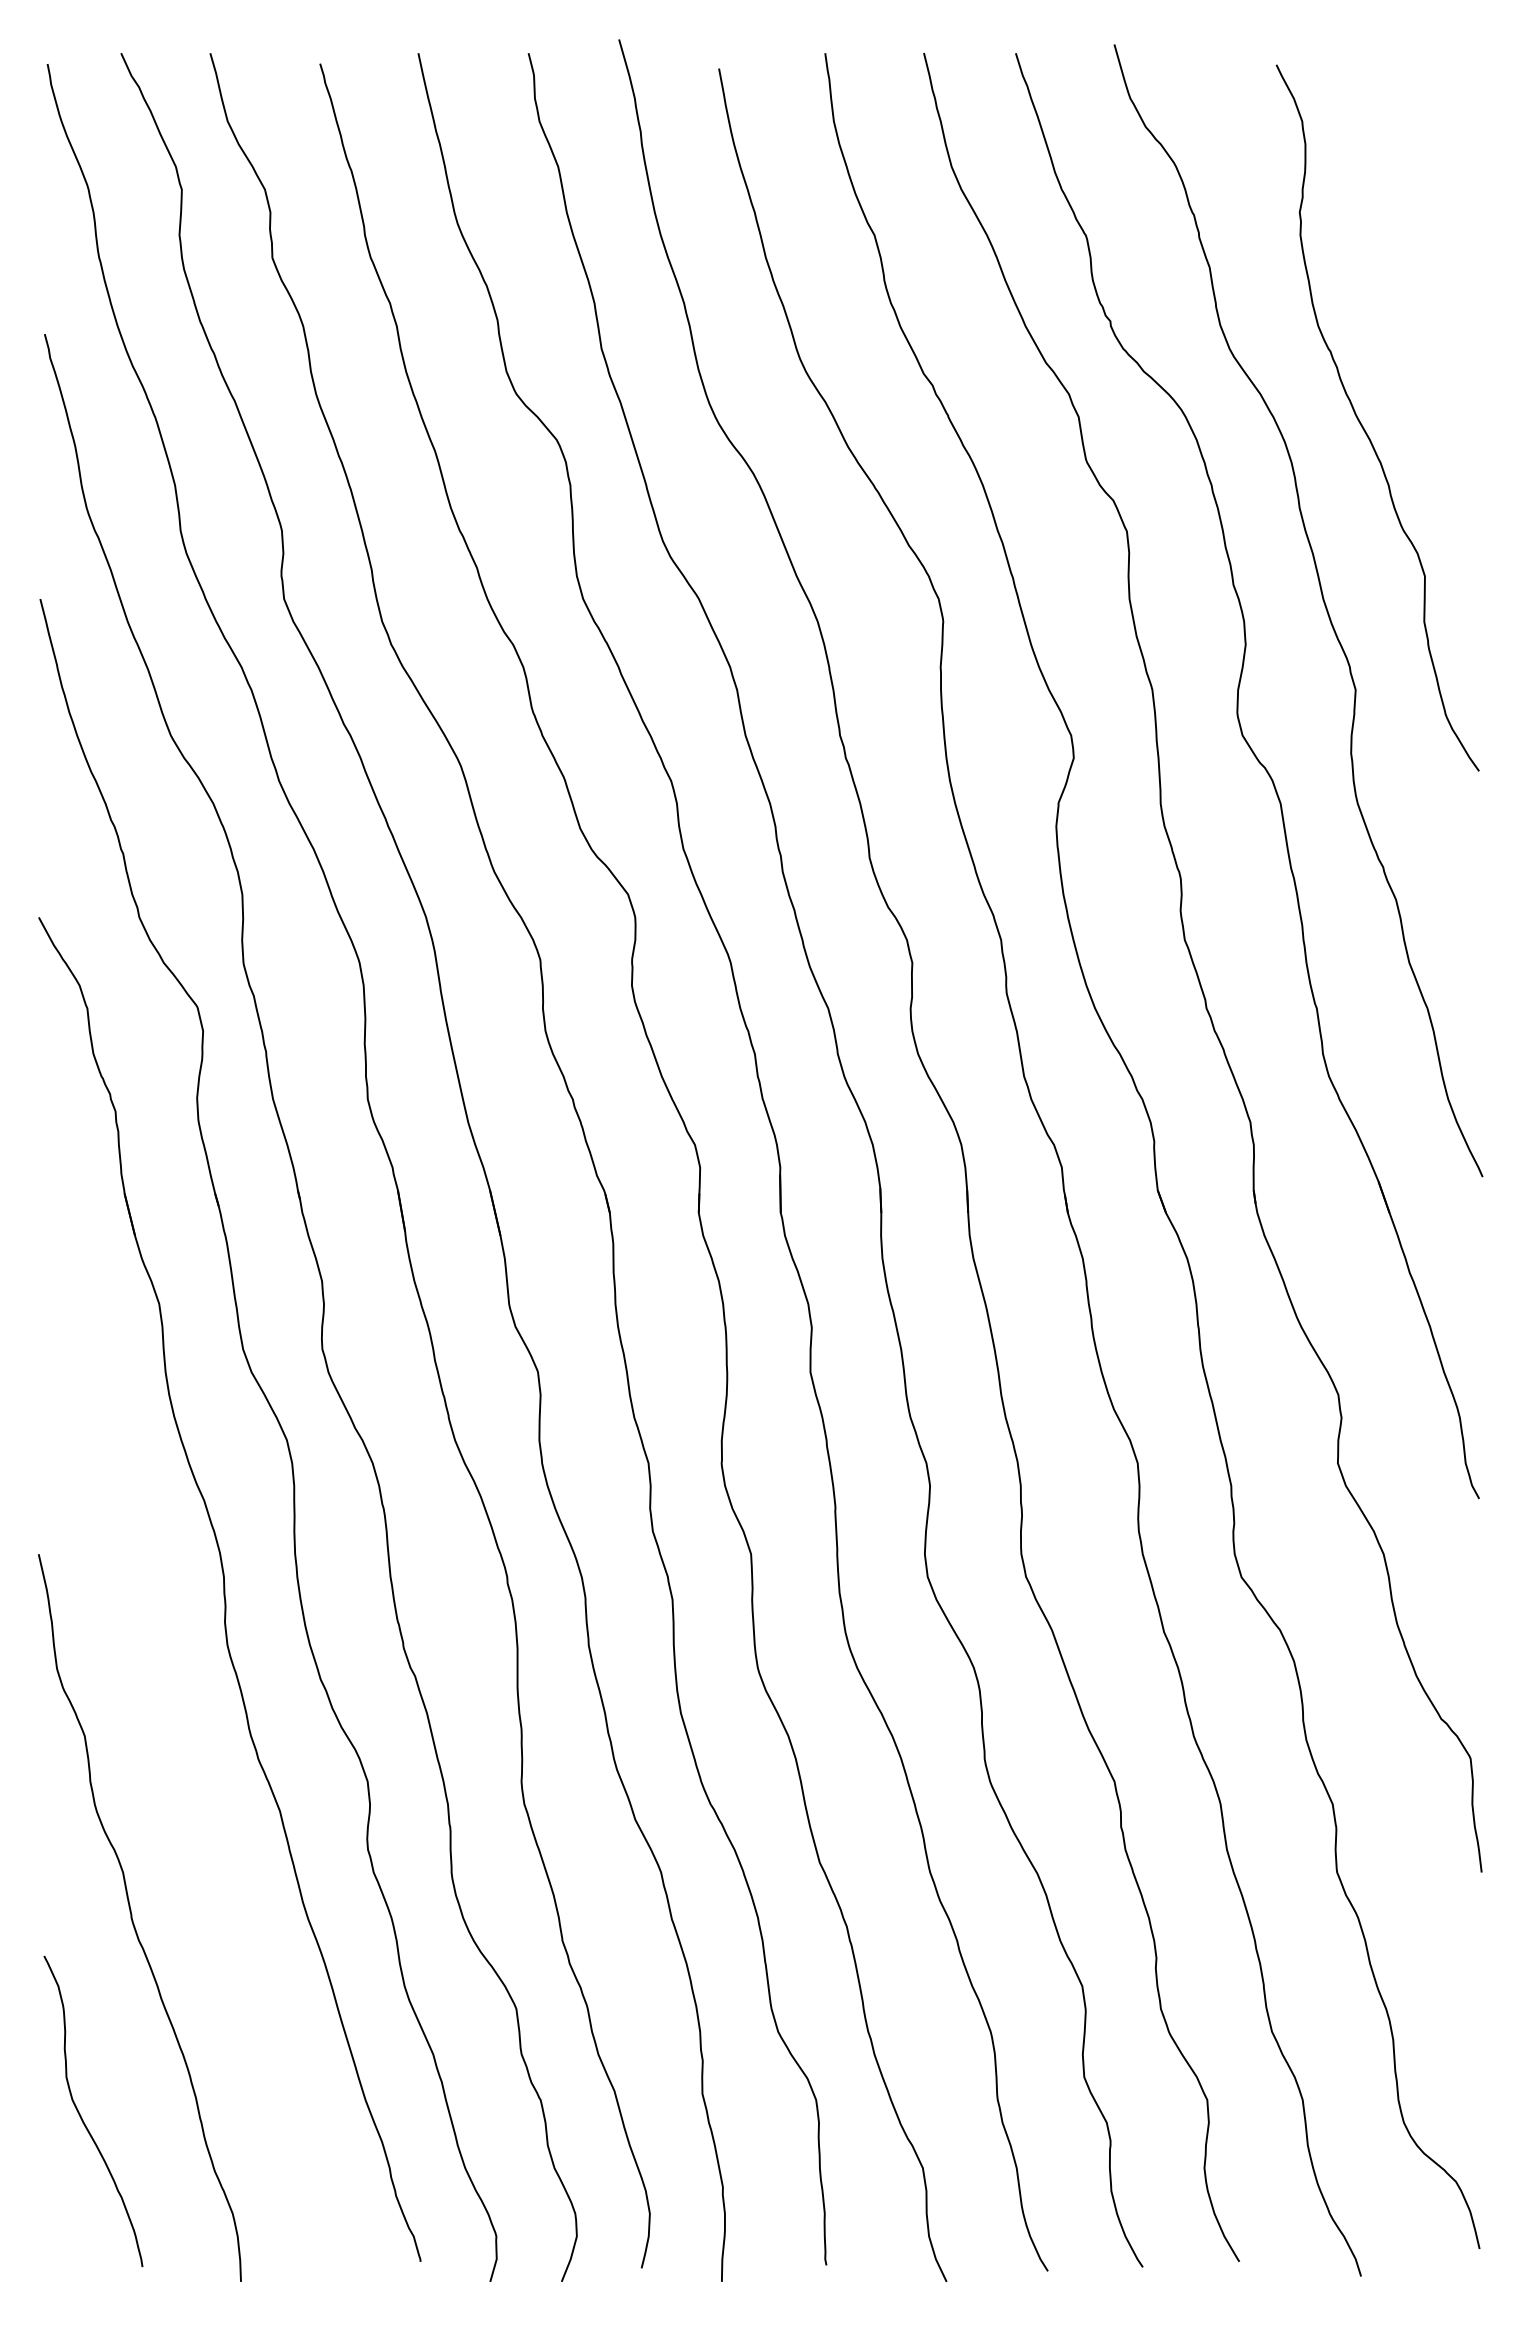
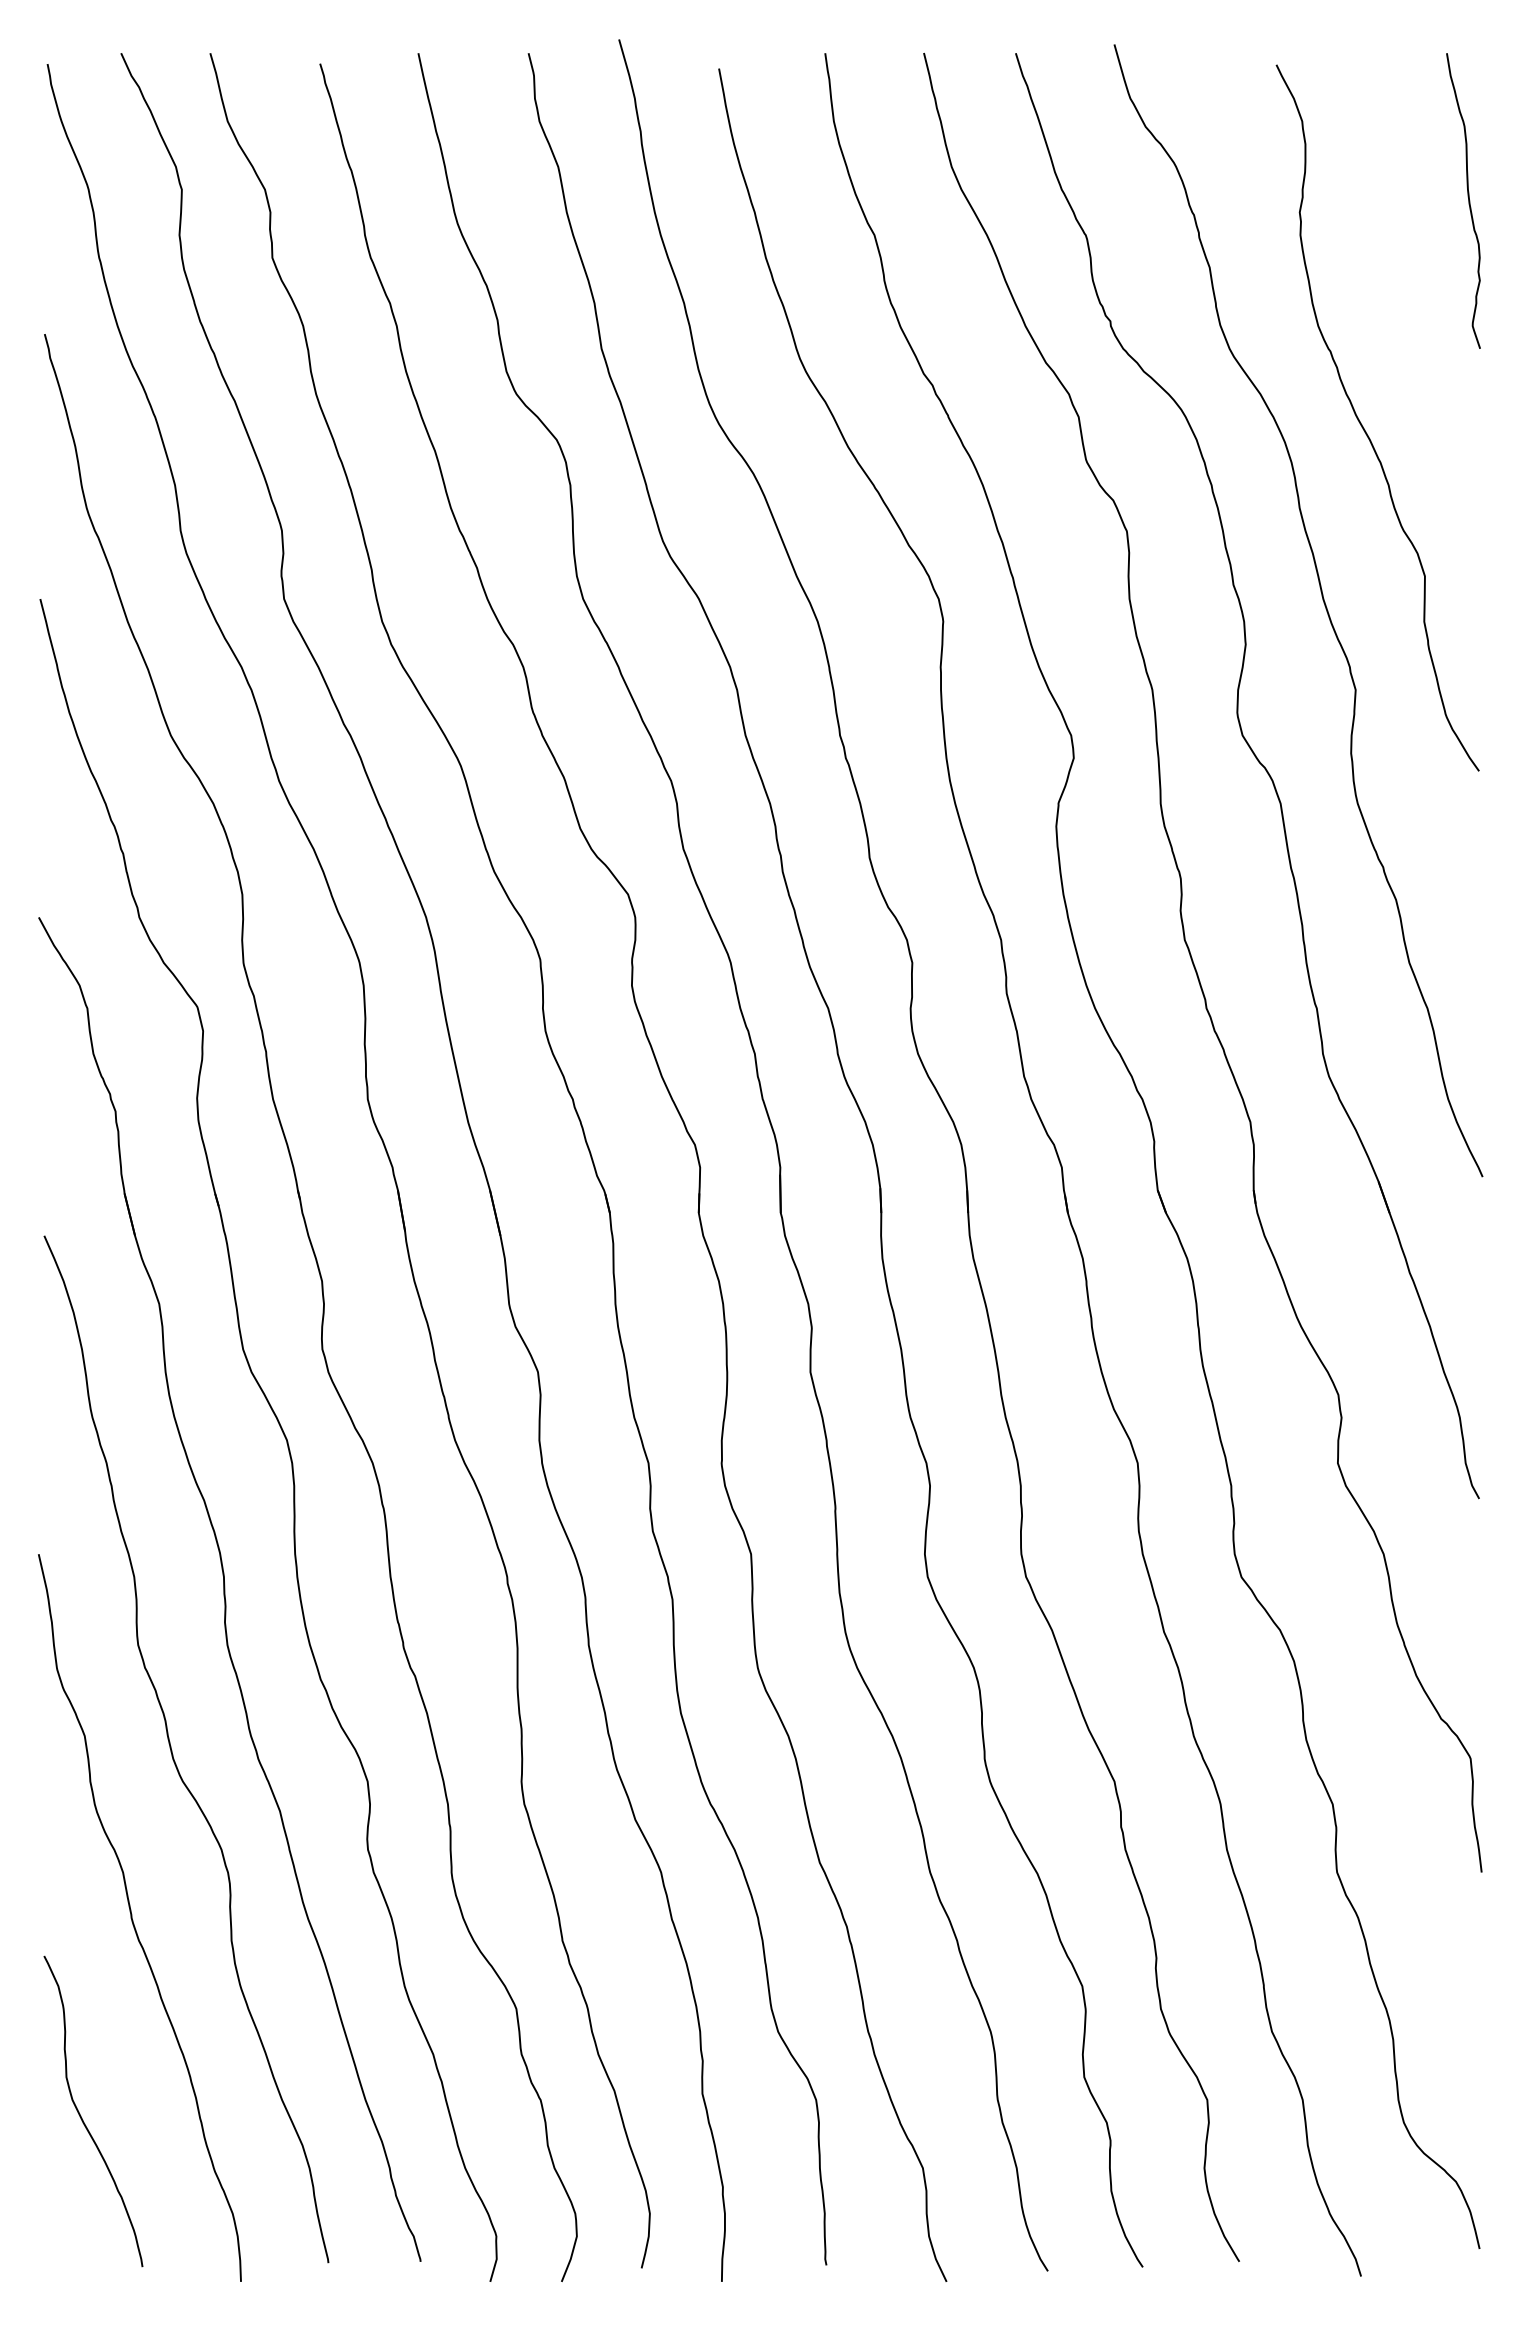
curve at (1468, 200): none -> present
curve at (173, 1754): none -> present
